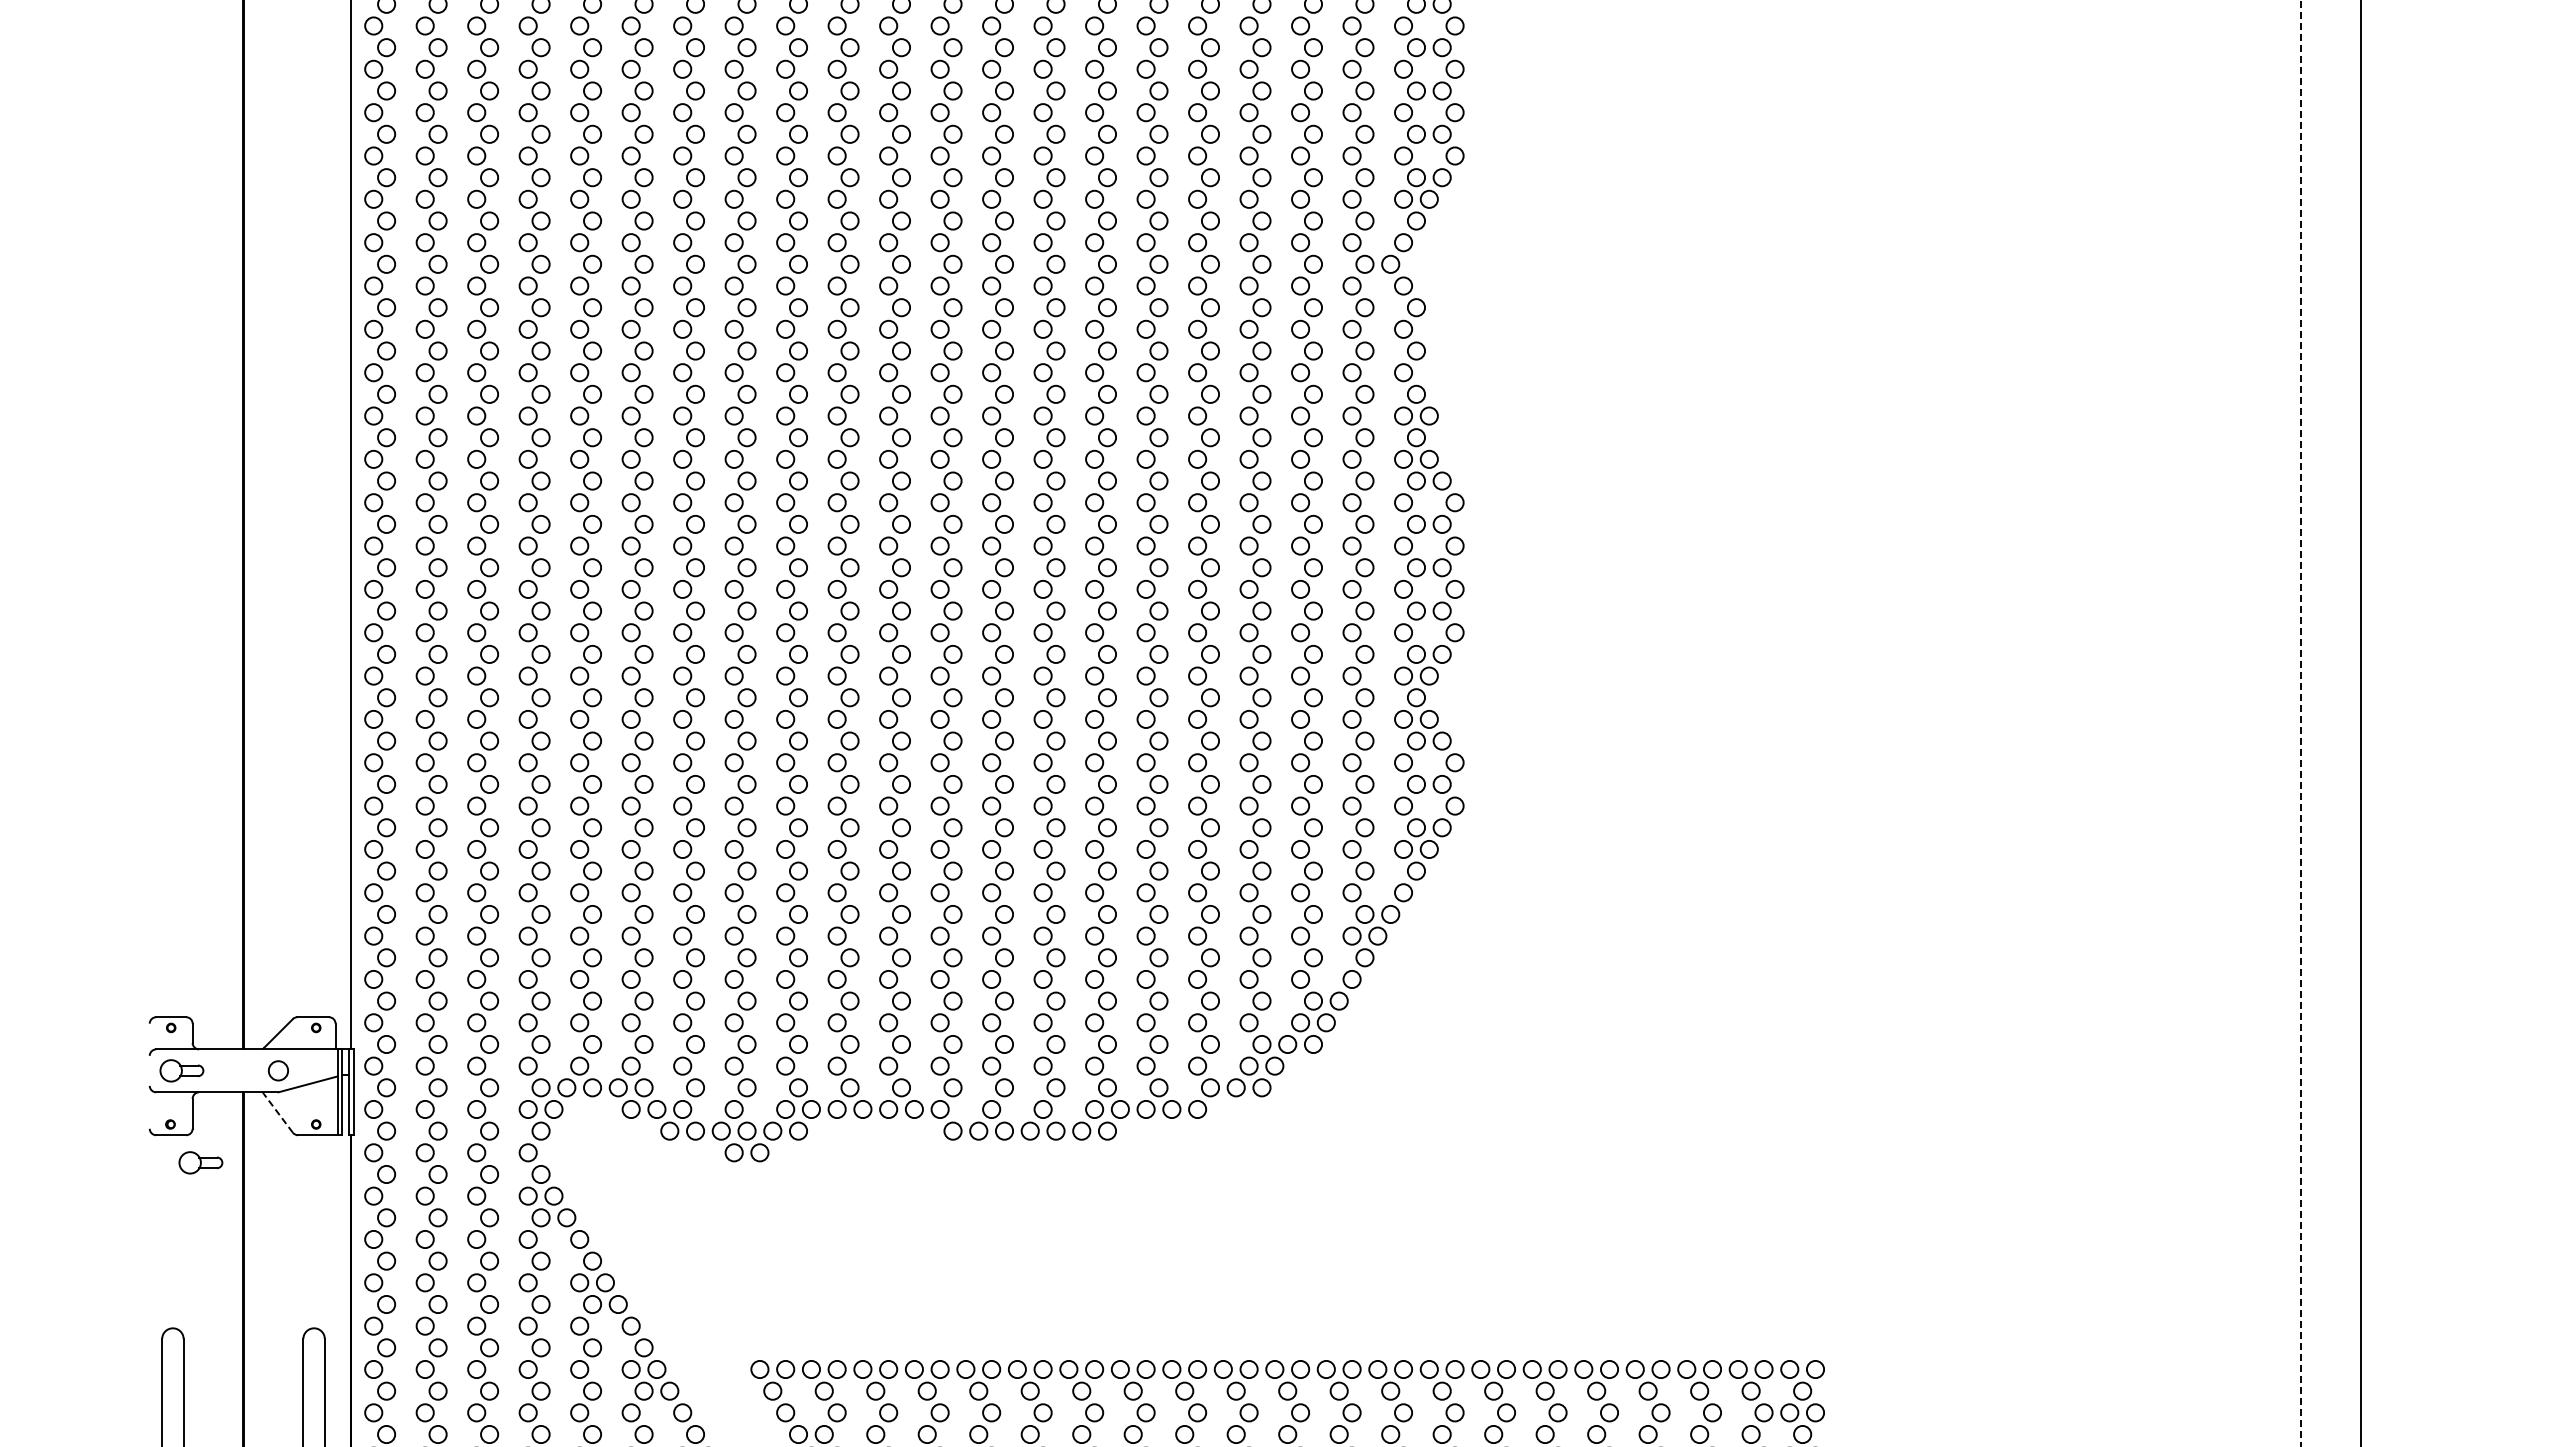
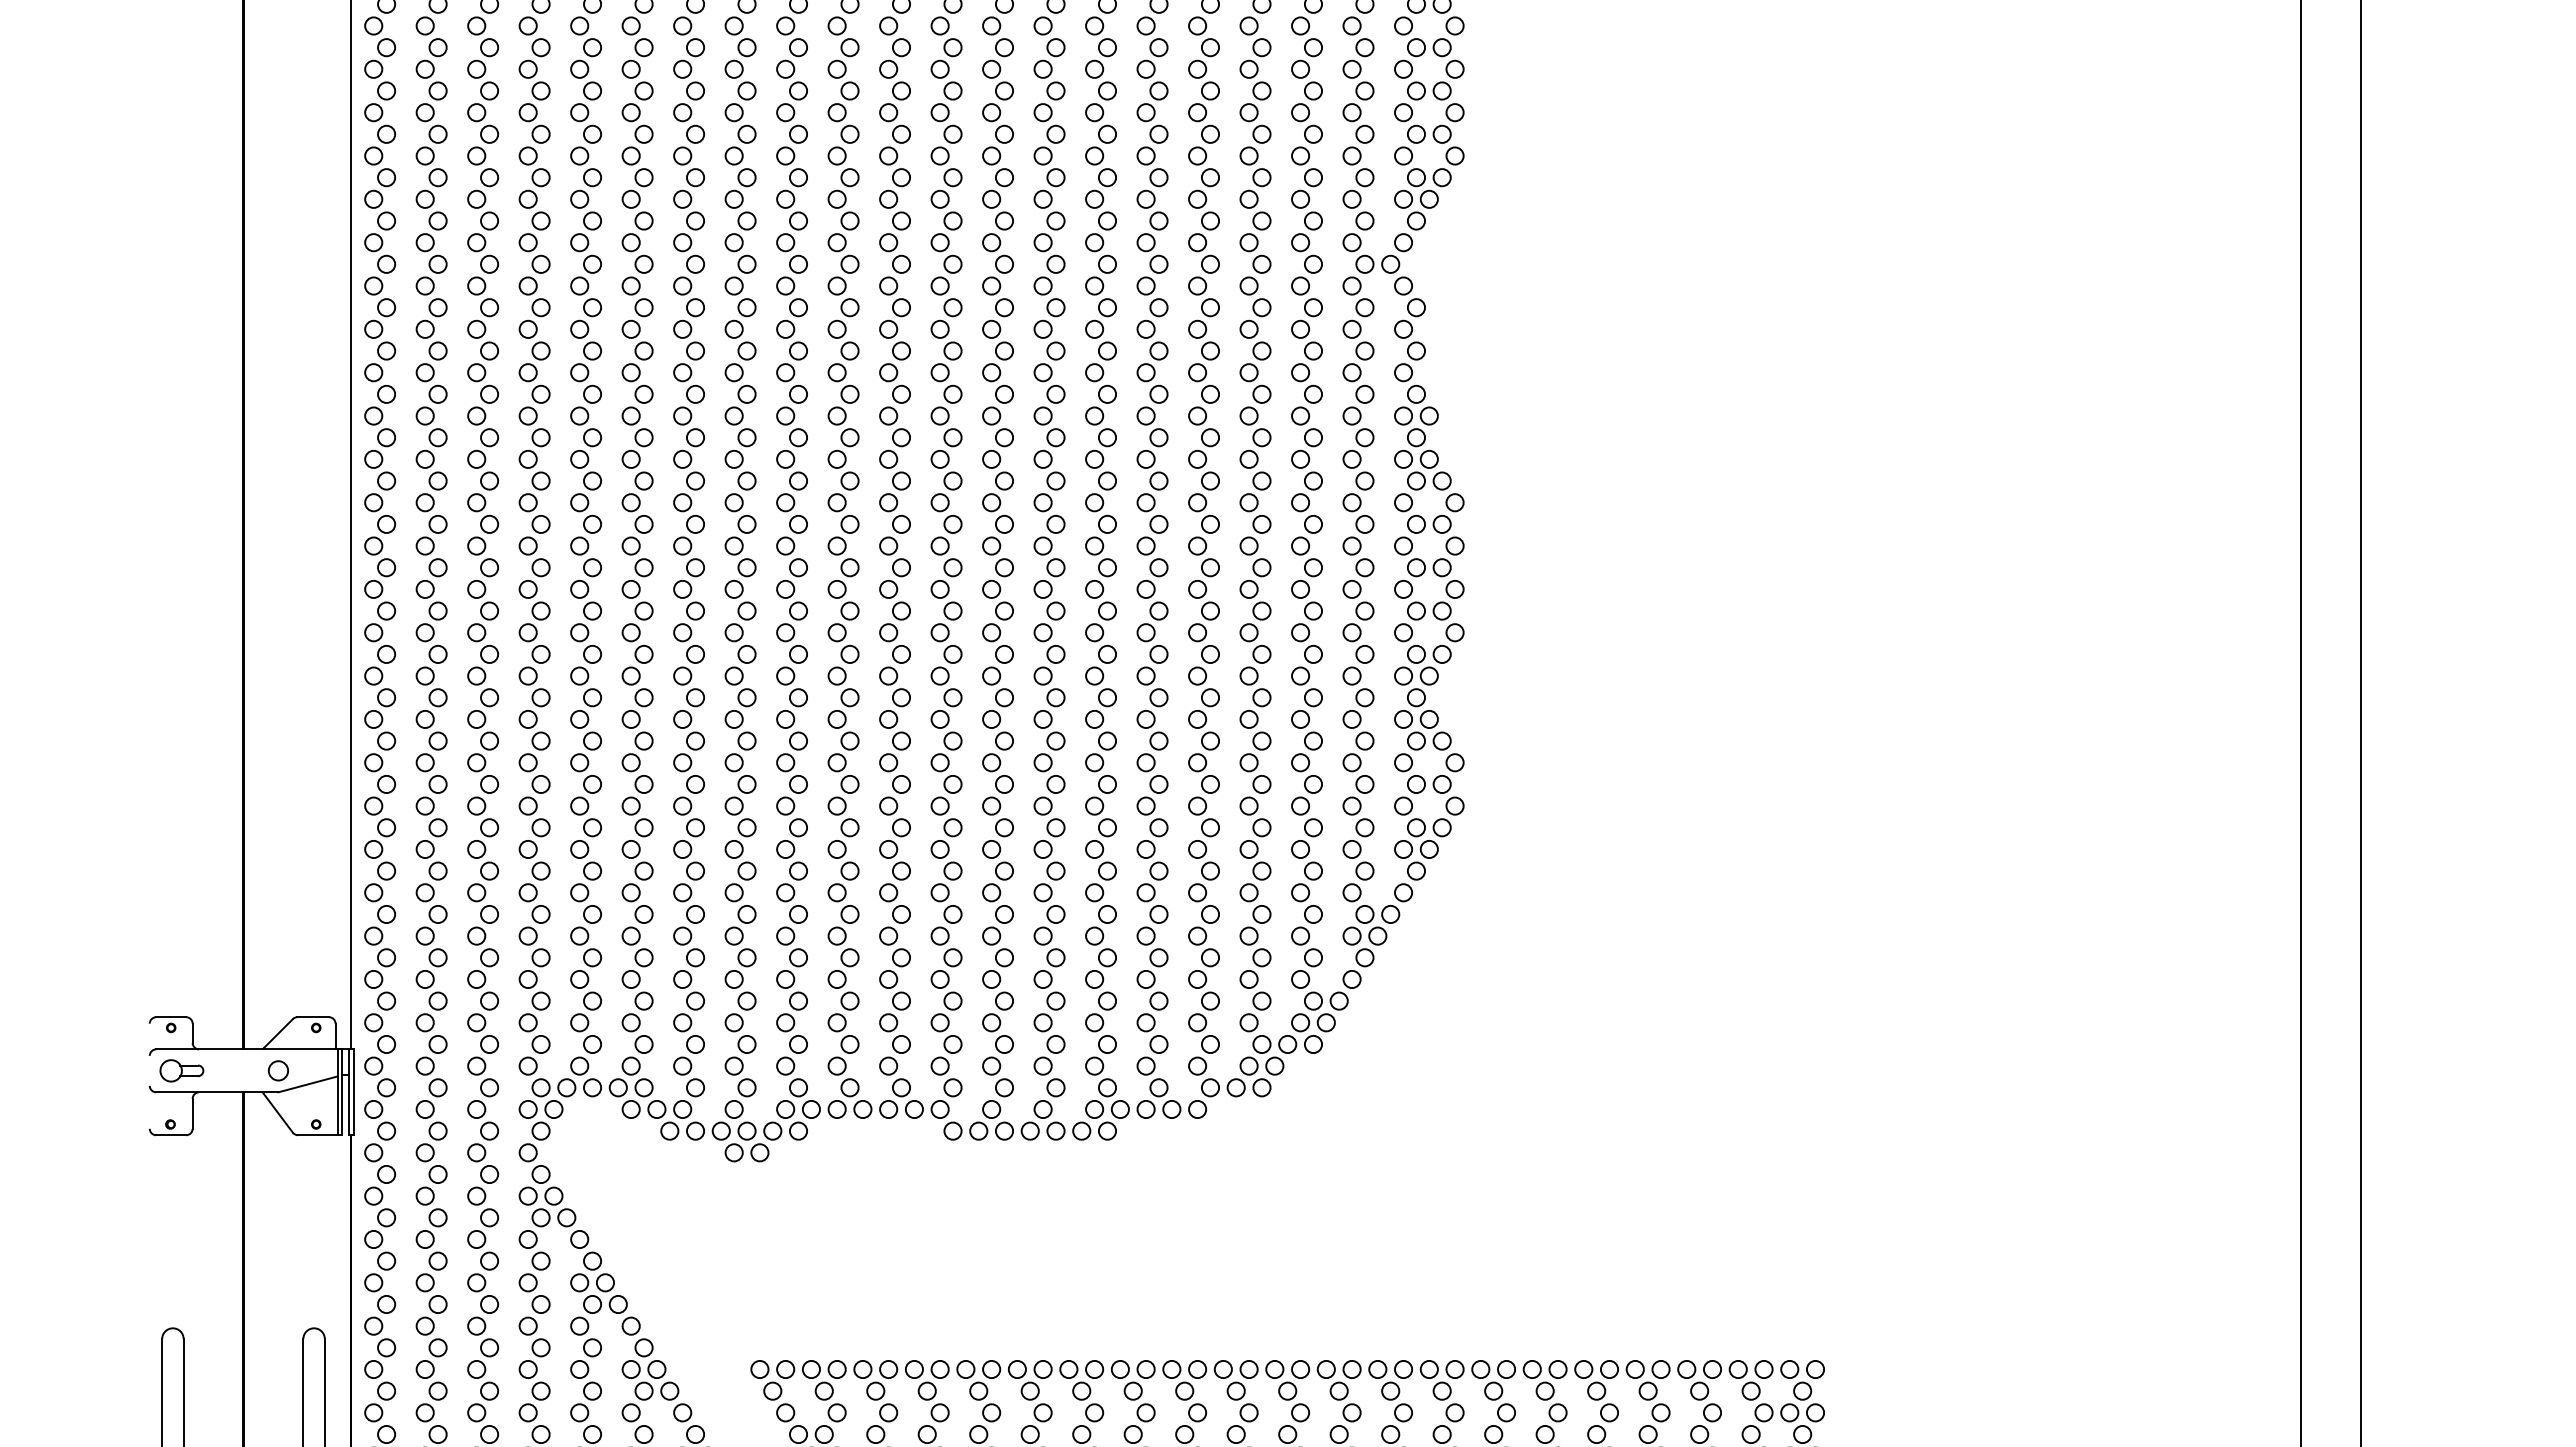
line at (2300, 723): dashed -> solid
line at (278, 1112): dashed -> solid
part at (200, 1162): present -> none
